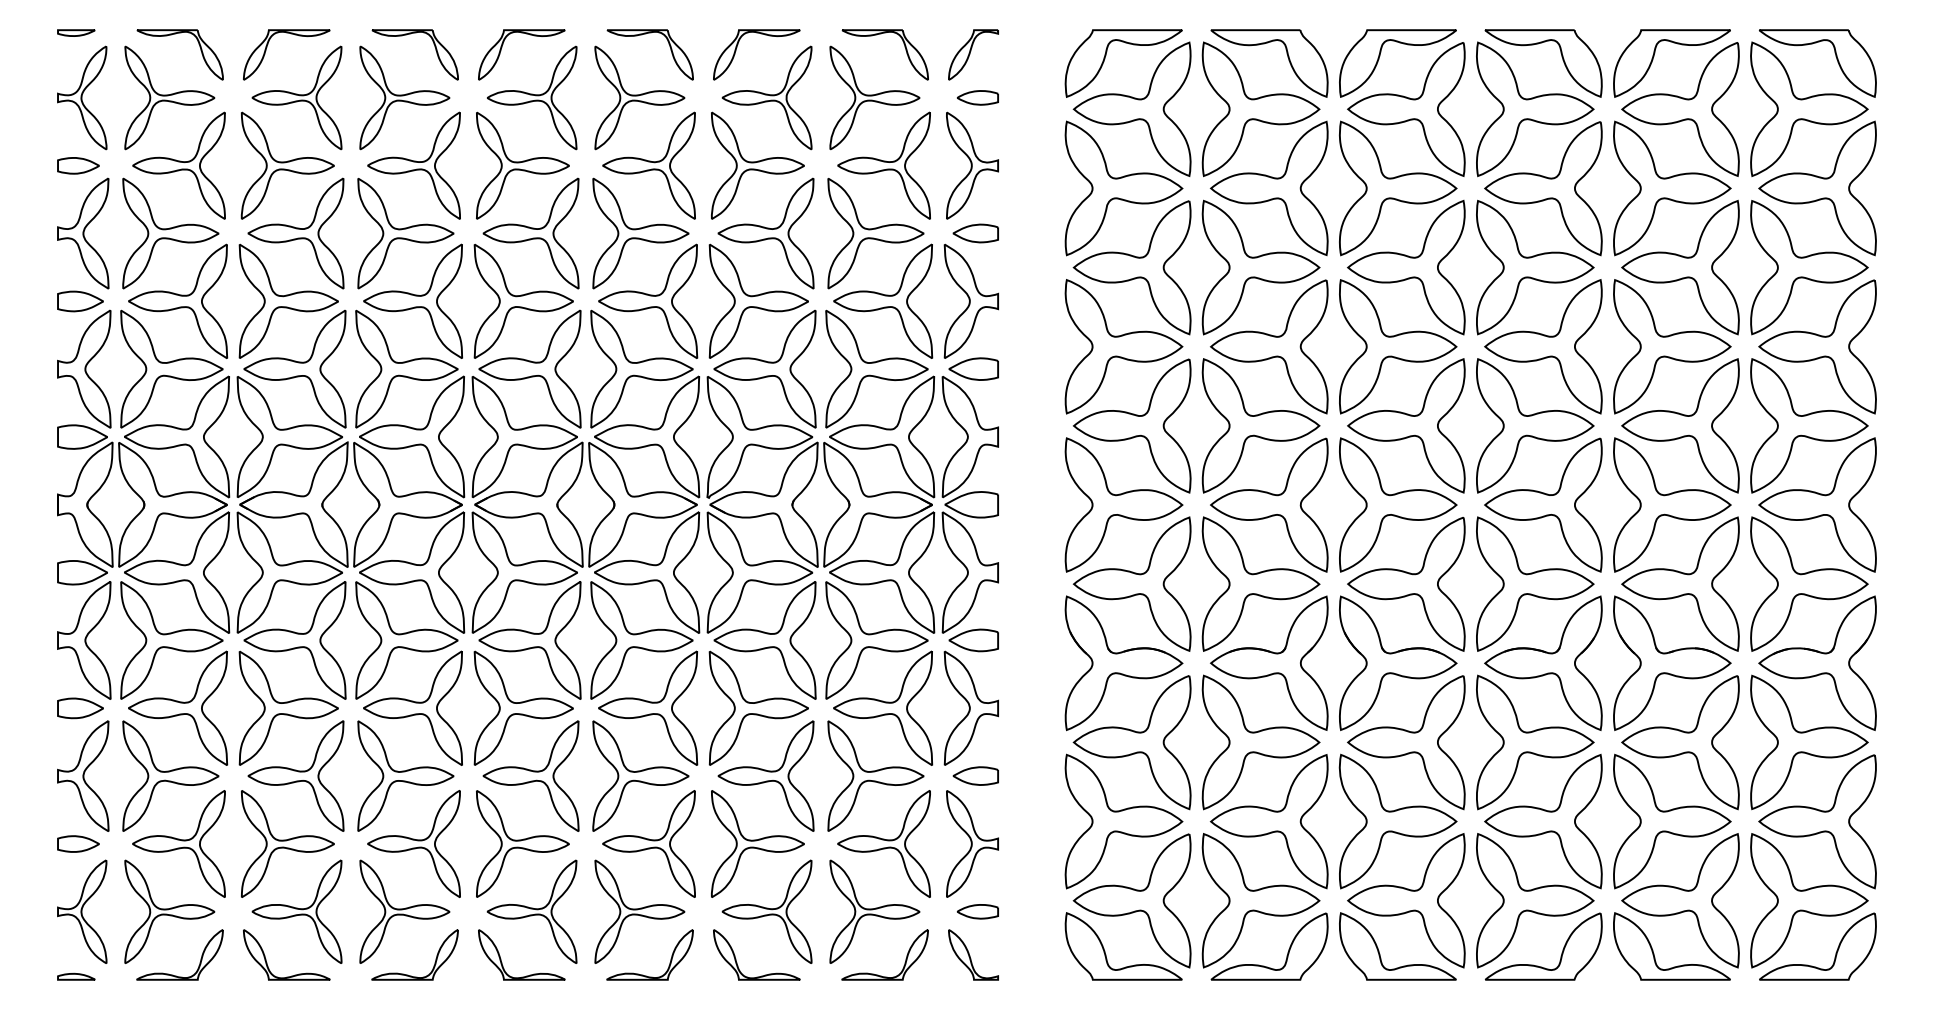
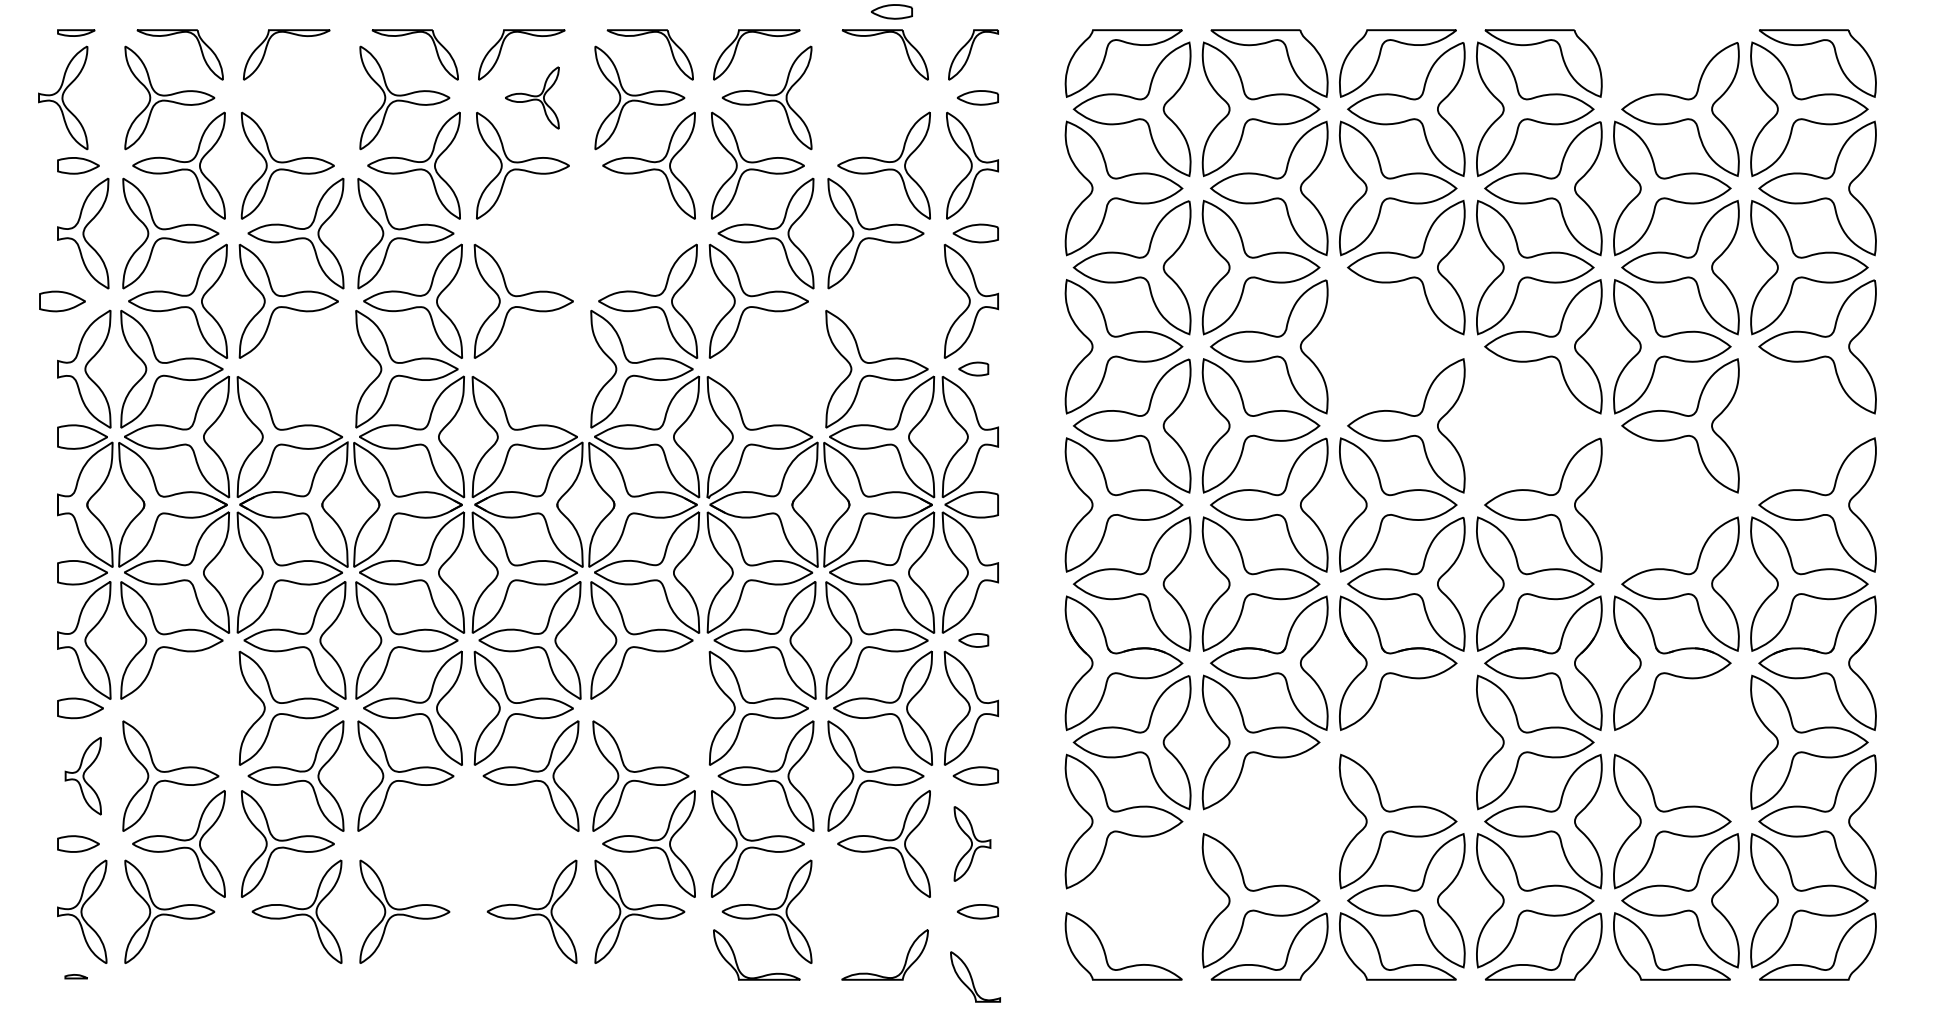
part at (891, 11): none -> present
part at (1654, 56): present -> none
part at (82, 97) position: (82, 97) -> (63, 97)
part at (296, 97): present -> none
part at (532, 97) size: 91x106 px -> 55x64 px
part at (874, 97): present -> none
part at (530, 233): present -> none
part at (640, 233): present -> none
part at (883, 300): present -> none
part at (80, 301) position: (80, 301) -> (62, 301)
part at (1398, 346): present -> none
part at (529, 368): present -> none
part at (764, 368): present -> none
part at (973, 368) size: 51x24 px -> 32x16 px
part at (294, 369): present -> none
part at (1535, 425): present -> none
part at (1809, 425): present -> none
part at (1672, 504): present -> none
part at (973, 640) size: 51x25 px -> 32x15 px
part at (178, 707): present -> none
part at (648, 707): present -> none
part at (1406, 742): present -> none
part at (1680, 742): present -> none
part at (83, 775) size: 53x112 px -> 38x80 px
part at (1269, 821): present -> none
part at (413, 843): present -> none
part at (522, 843): present -> none
part at (972, 843) size: 53x108 px -> 39x76 px
part at (1131, 900): present -> none
part at (874, 911): present -> none
part at (973, 954) position: (973, 954) -> (975, 976)
part at (501, 958): present -> none
part at (266, 959): present -> none
part at (172, 974): present -> none
part at (407, 974): present -> none
part at (643, 974): present -> none
part at (76, 976) size: 39x9 px -> 24x6 px
